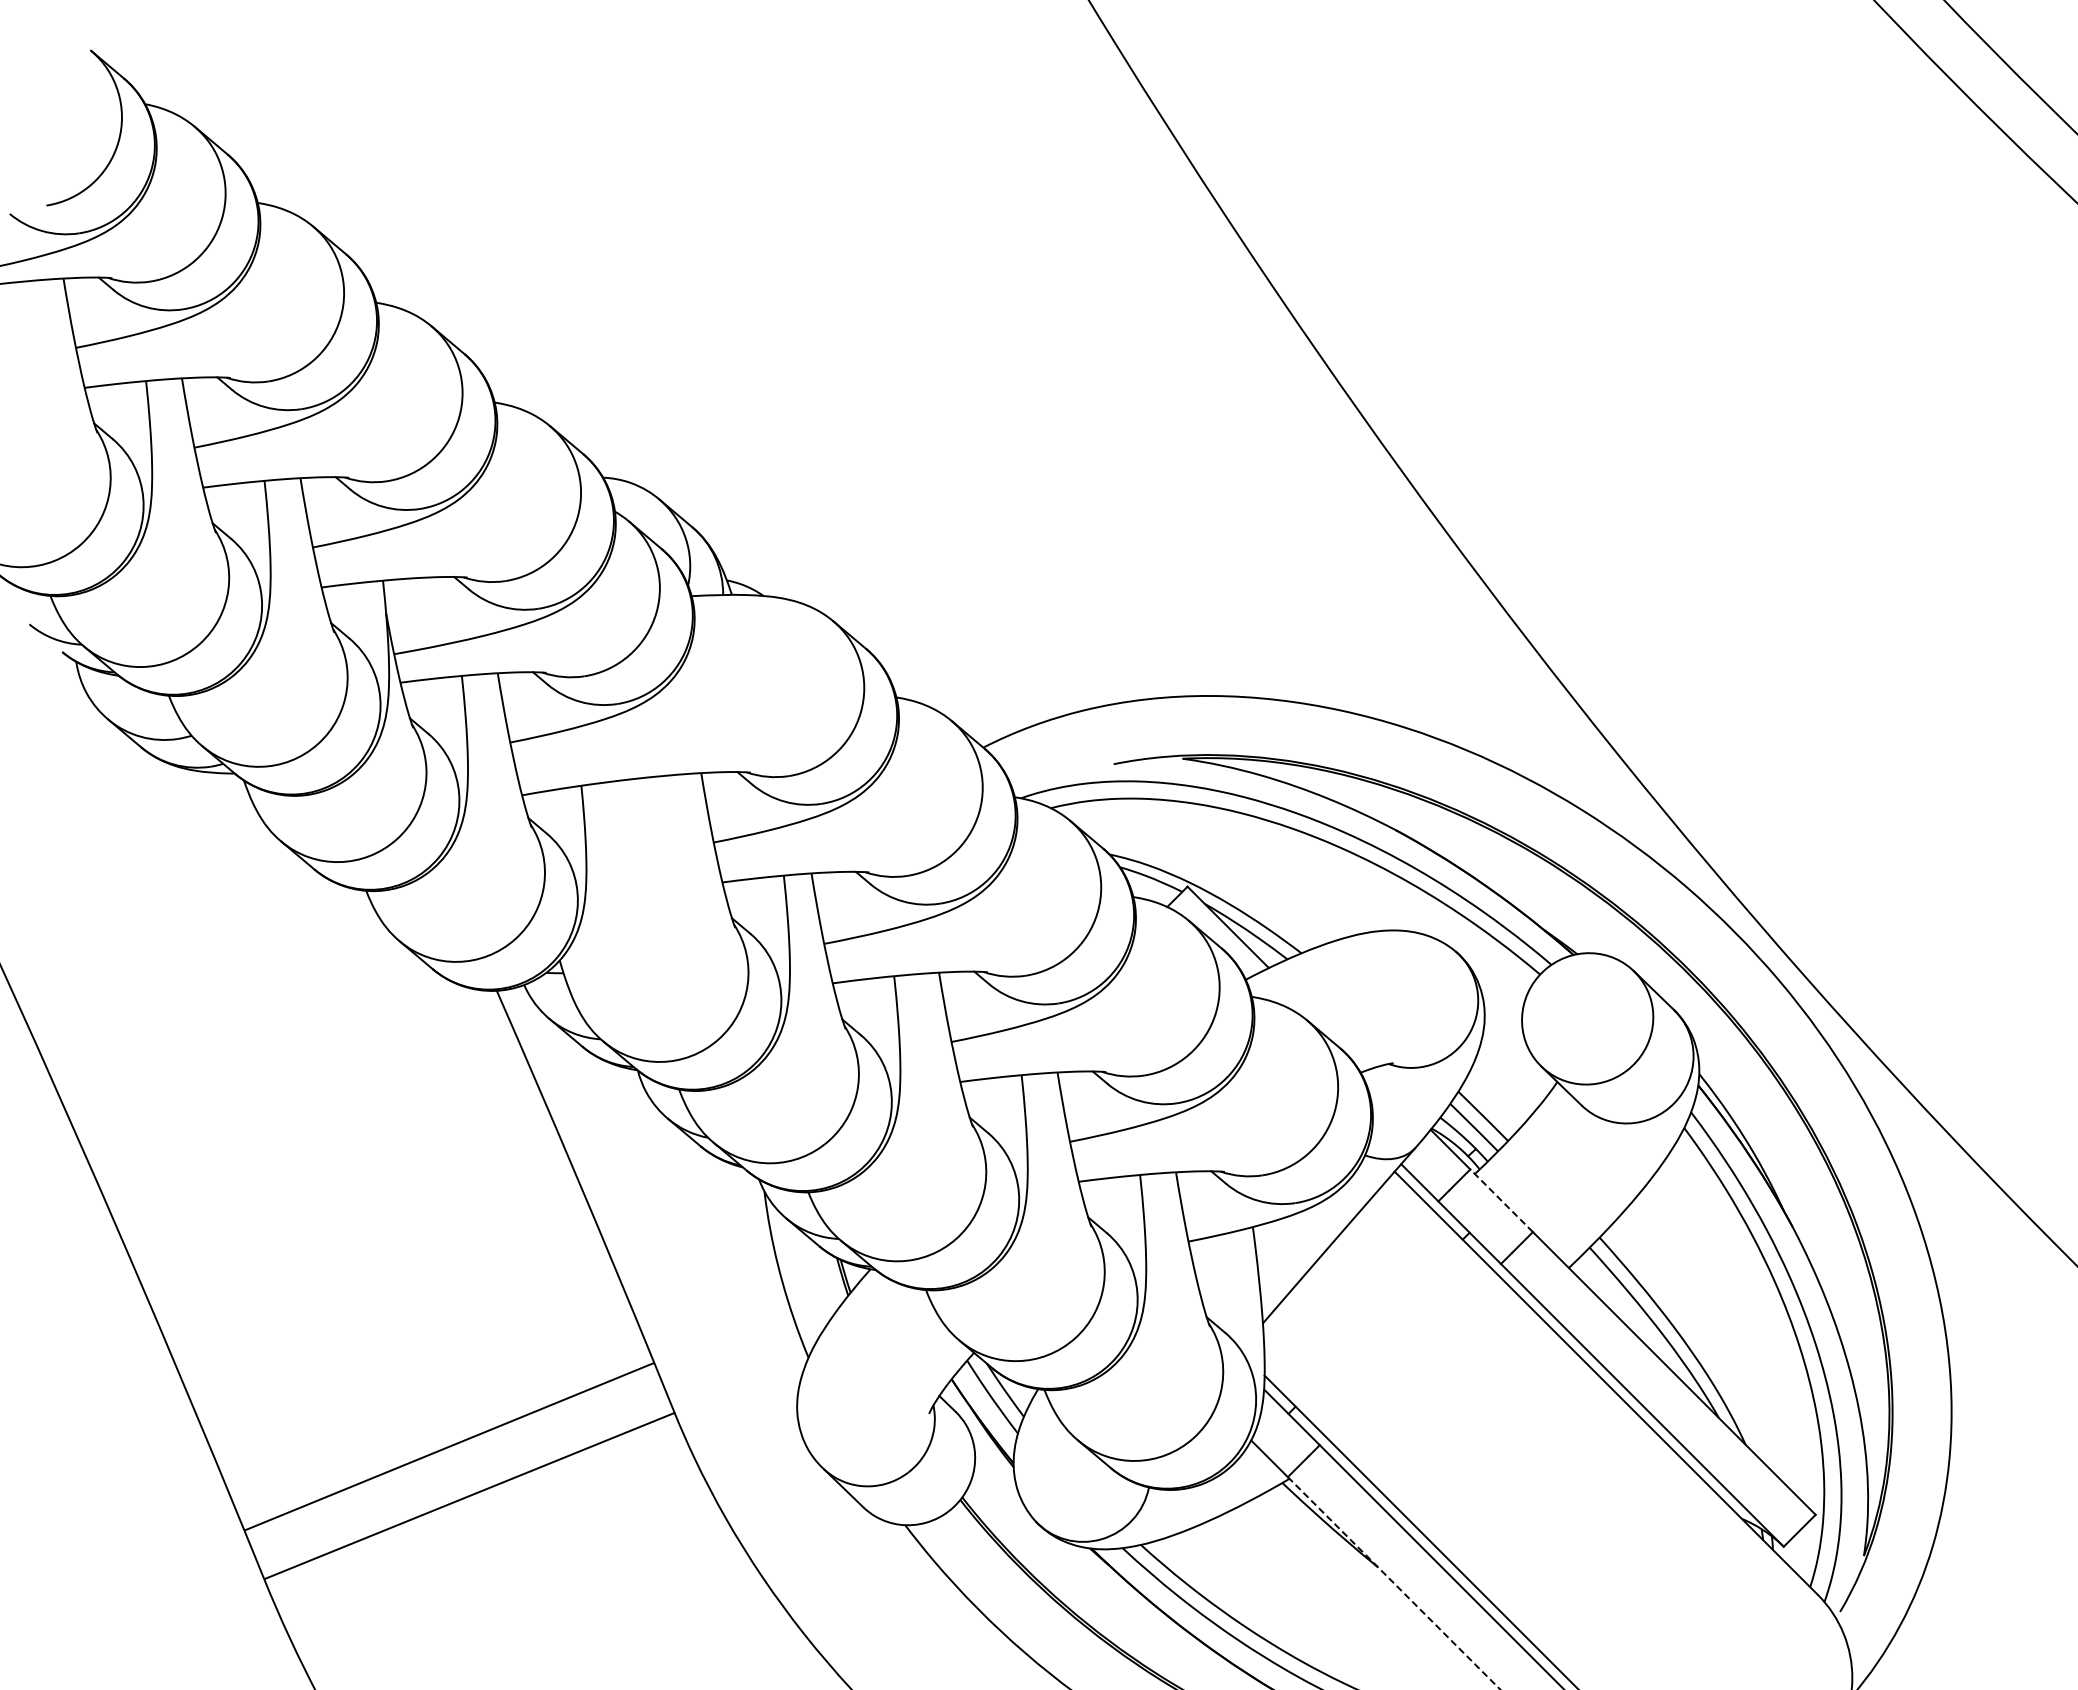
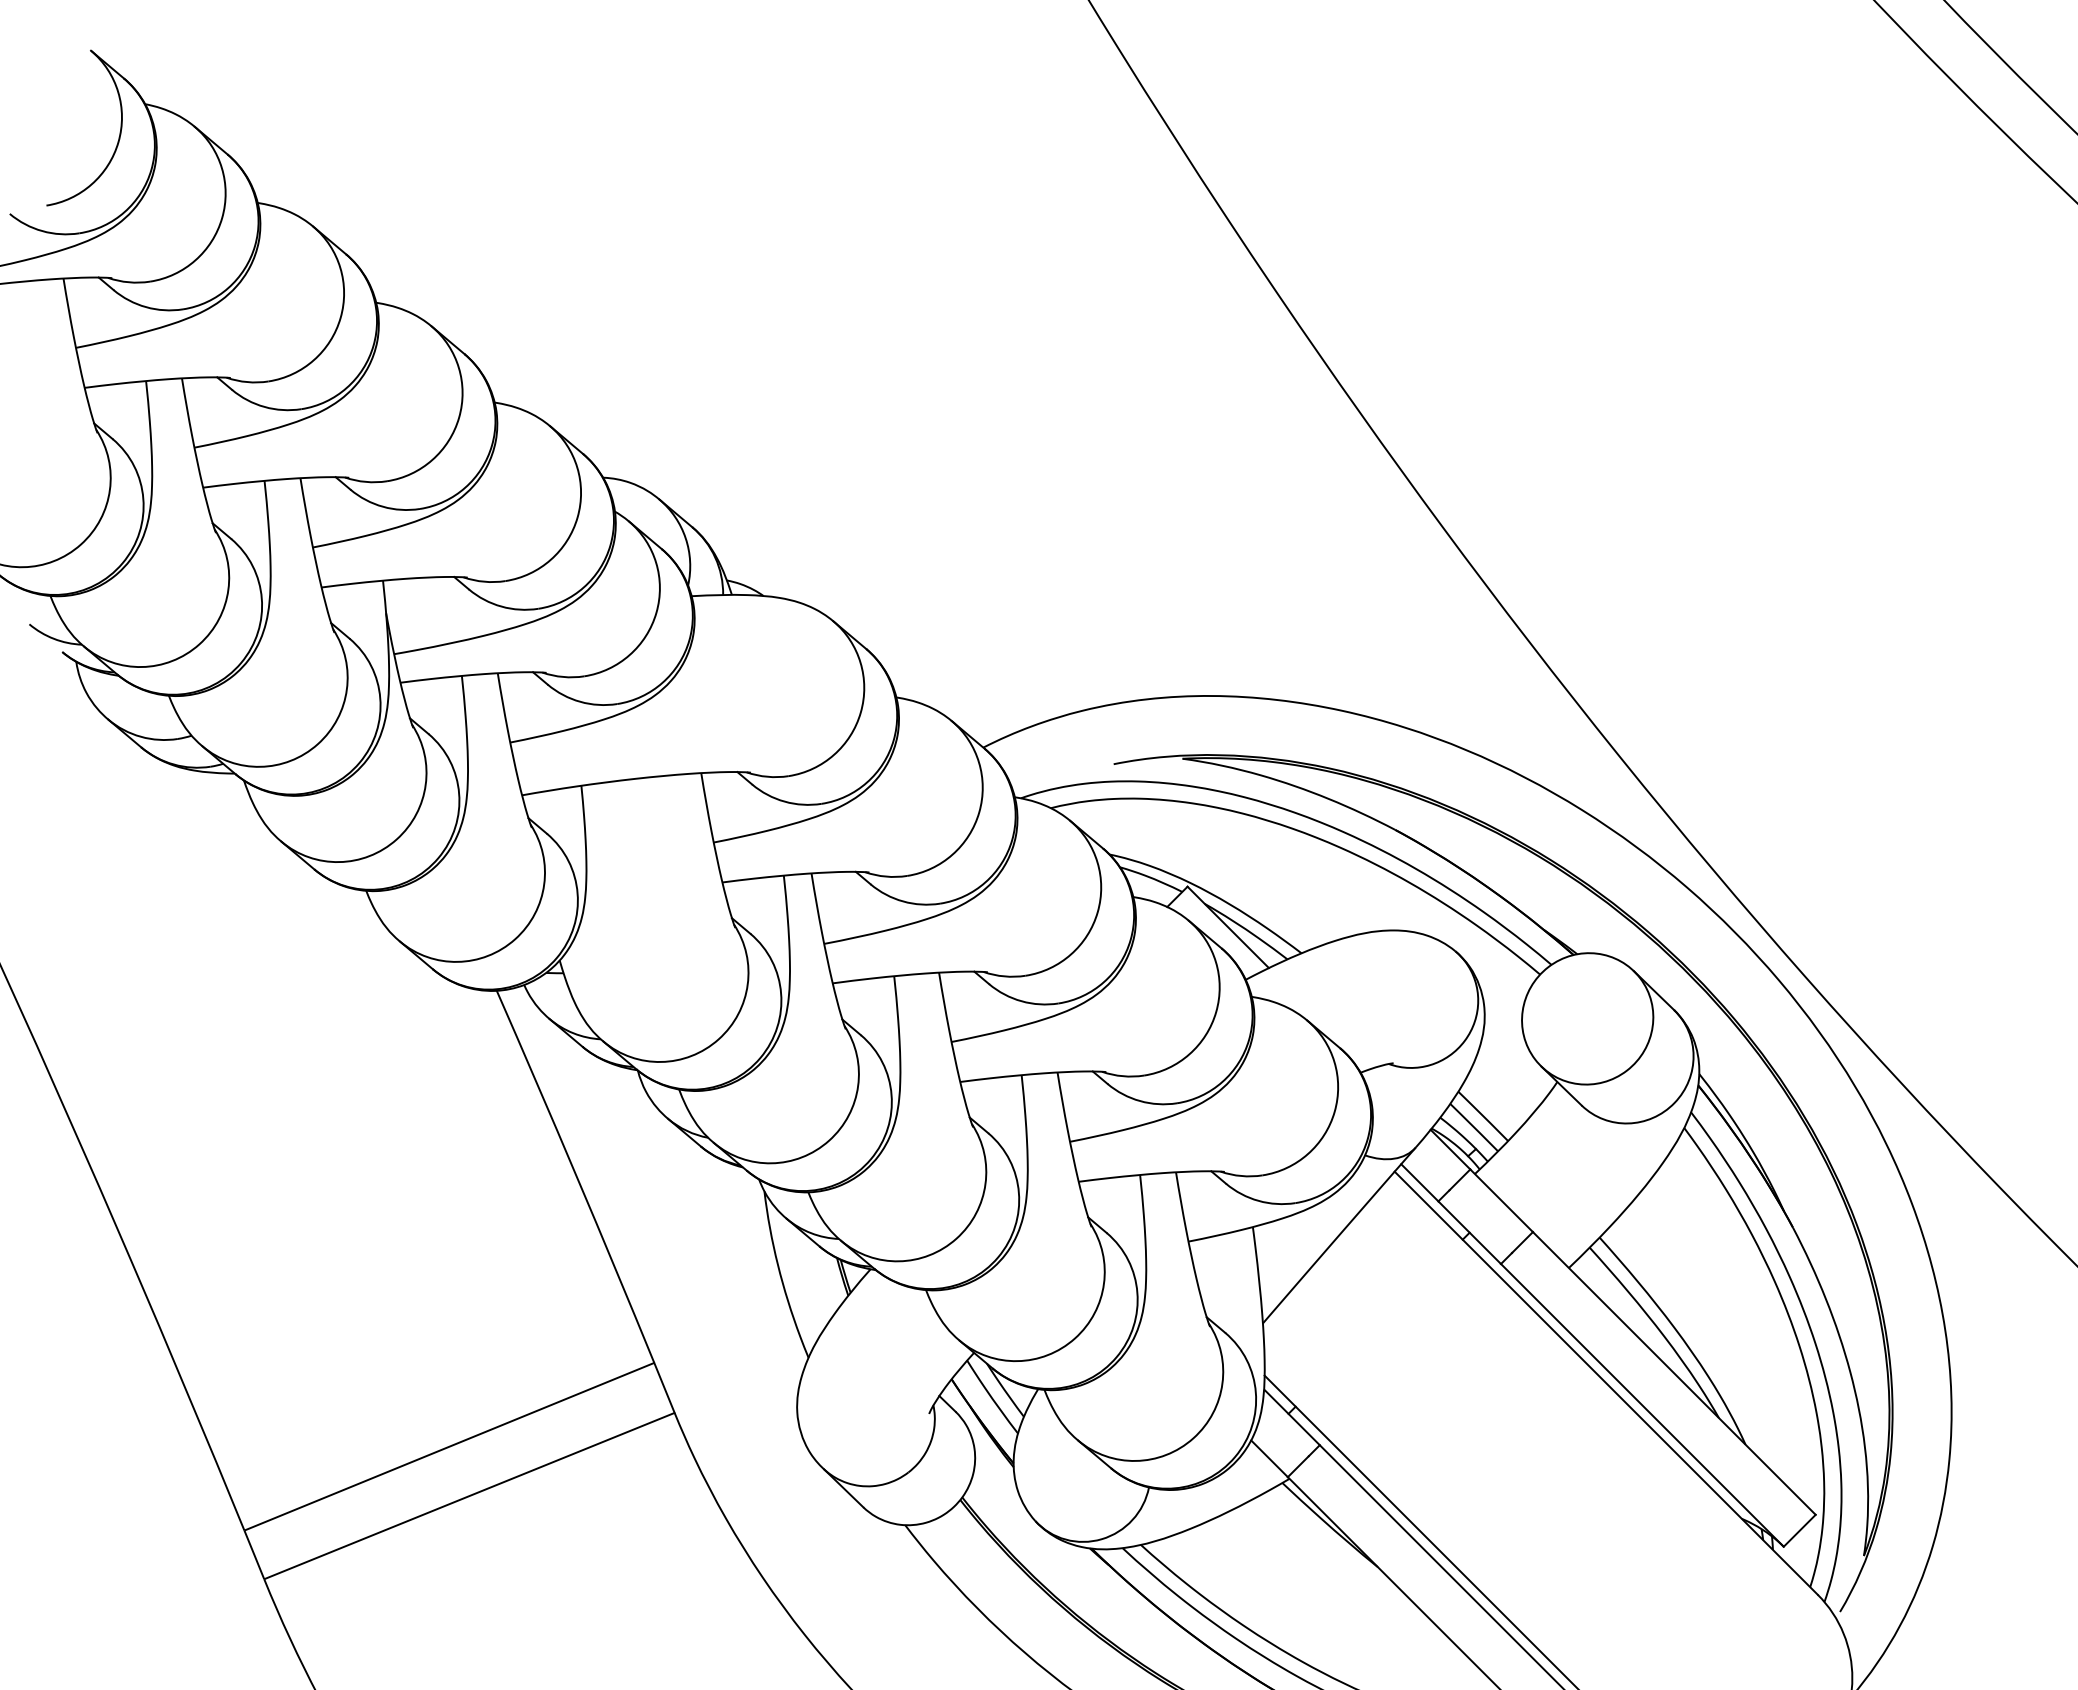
line at (1501, 1200): dashed -> solid
line at (1394, 1583): dashed -> solid
